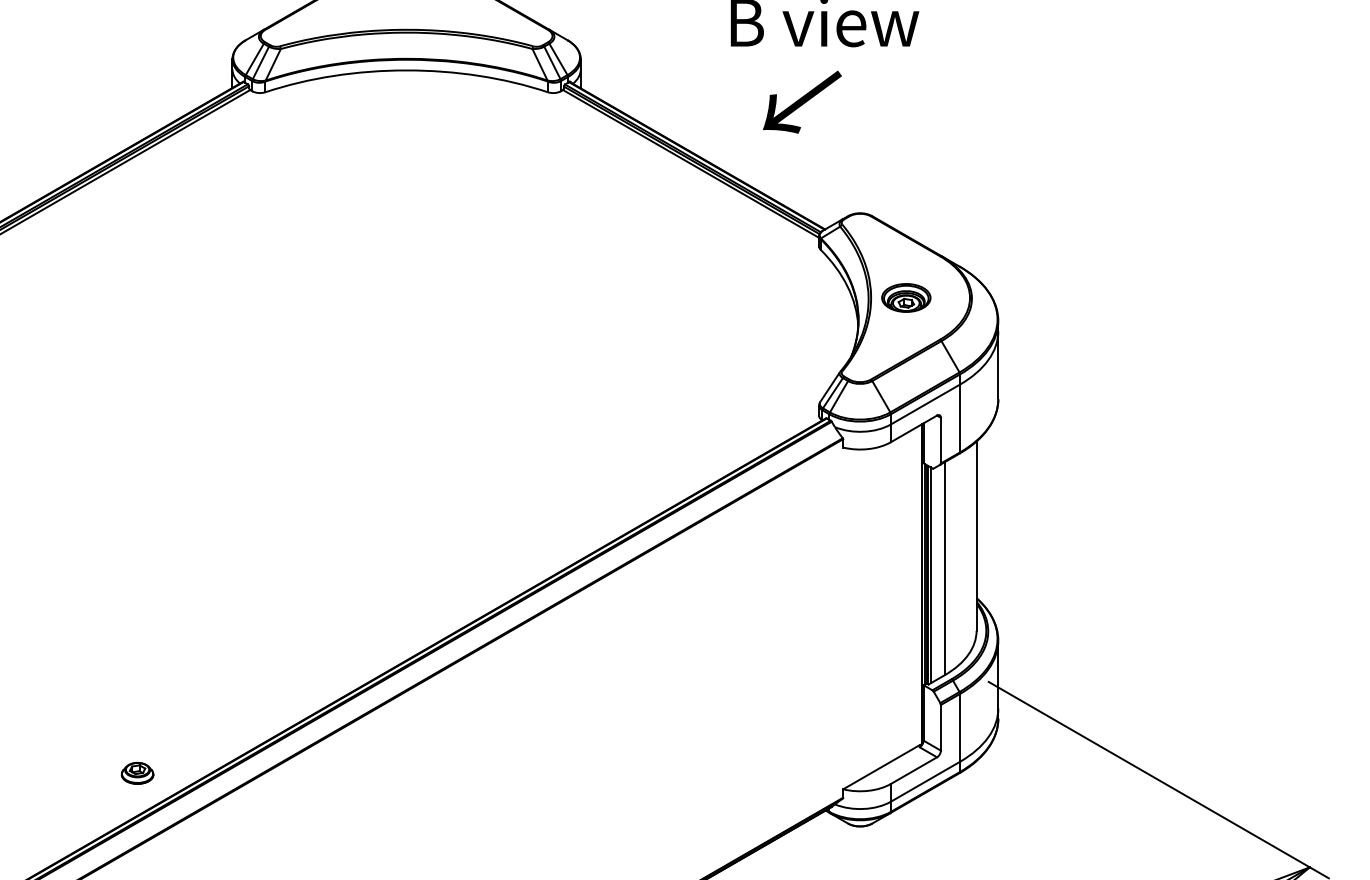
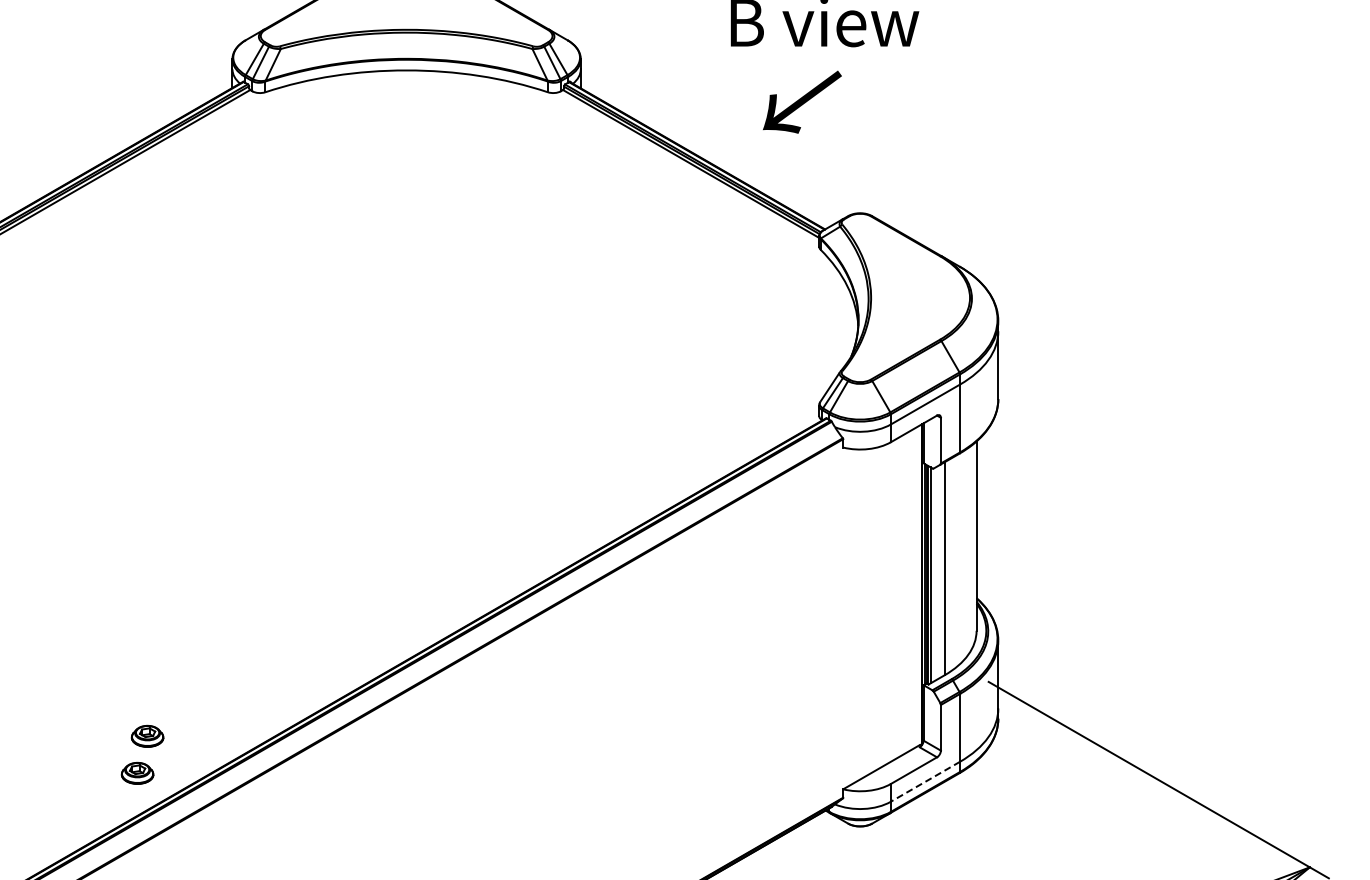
part at (906, 297): present -> none
part at (147, 735): none -> present
line at (925, 781): solid -> dashed
